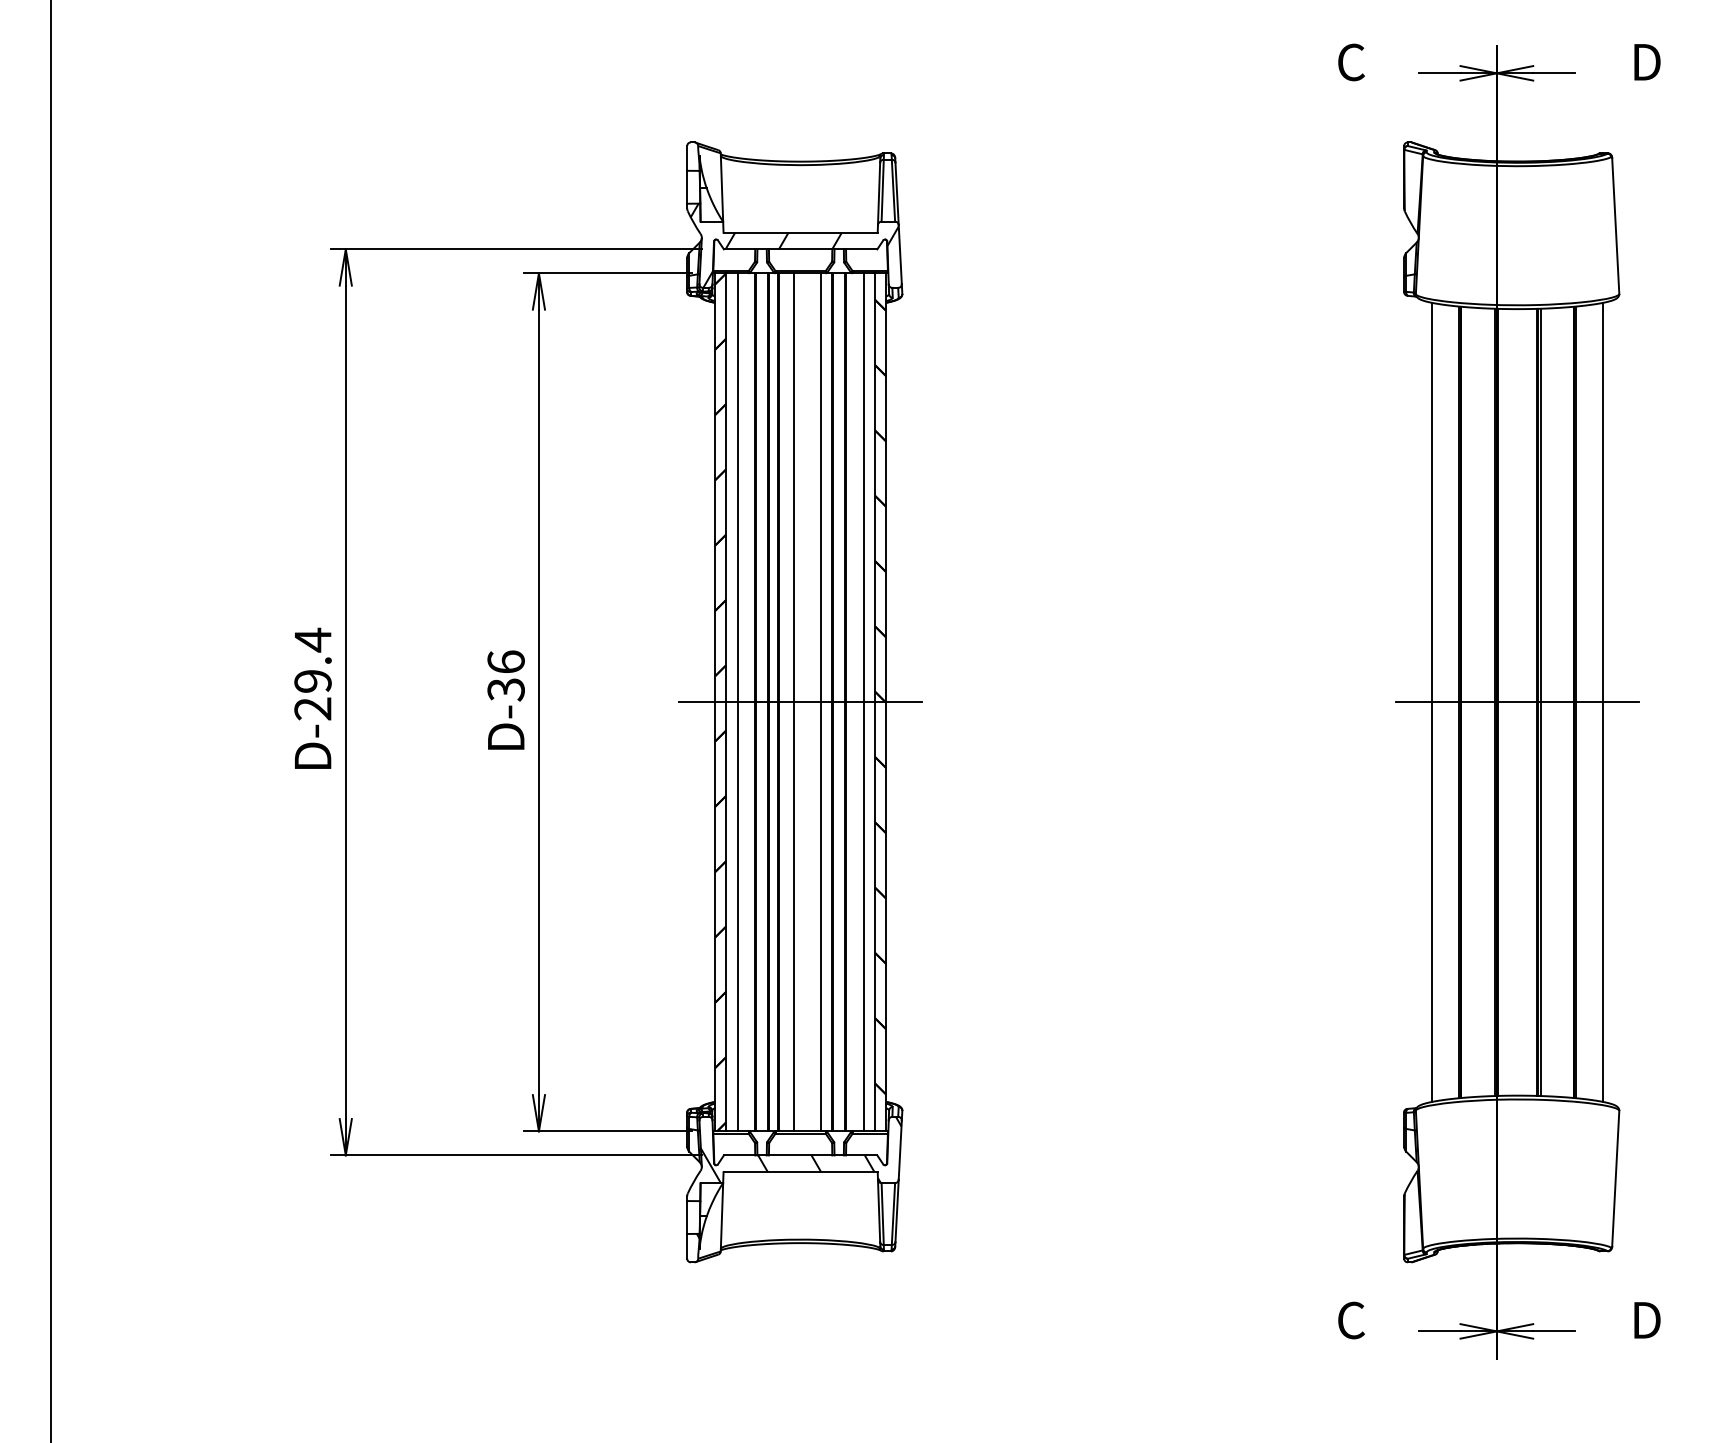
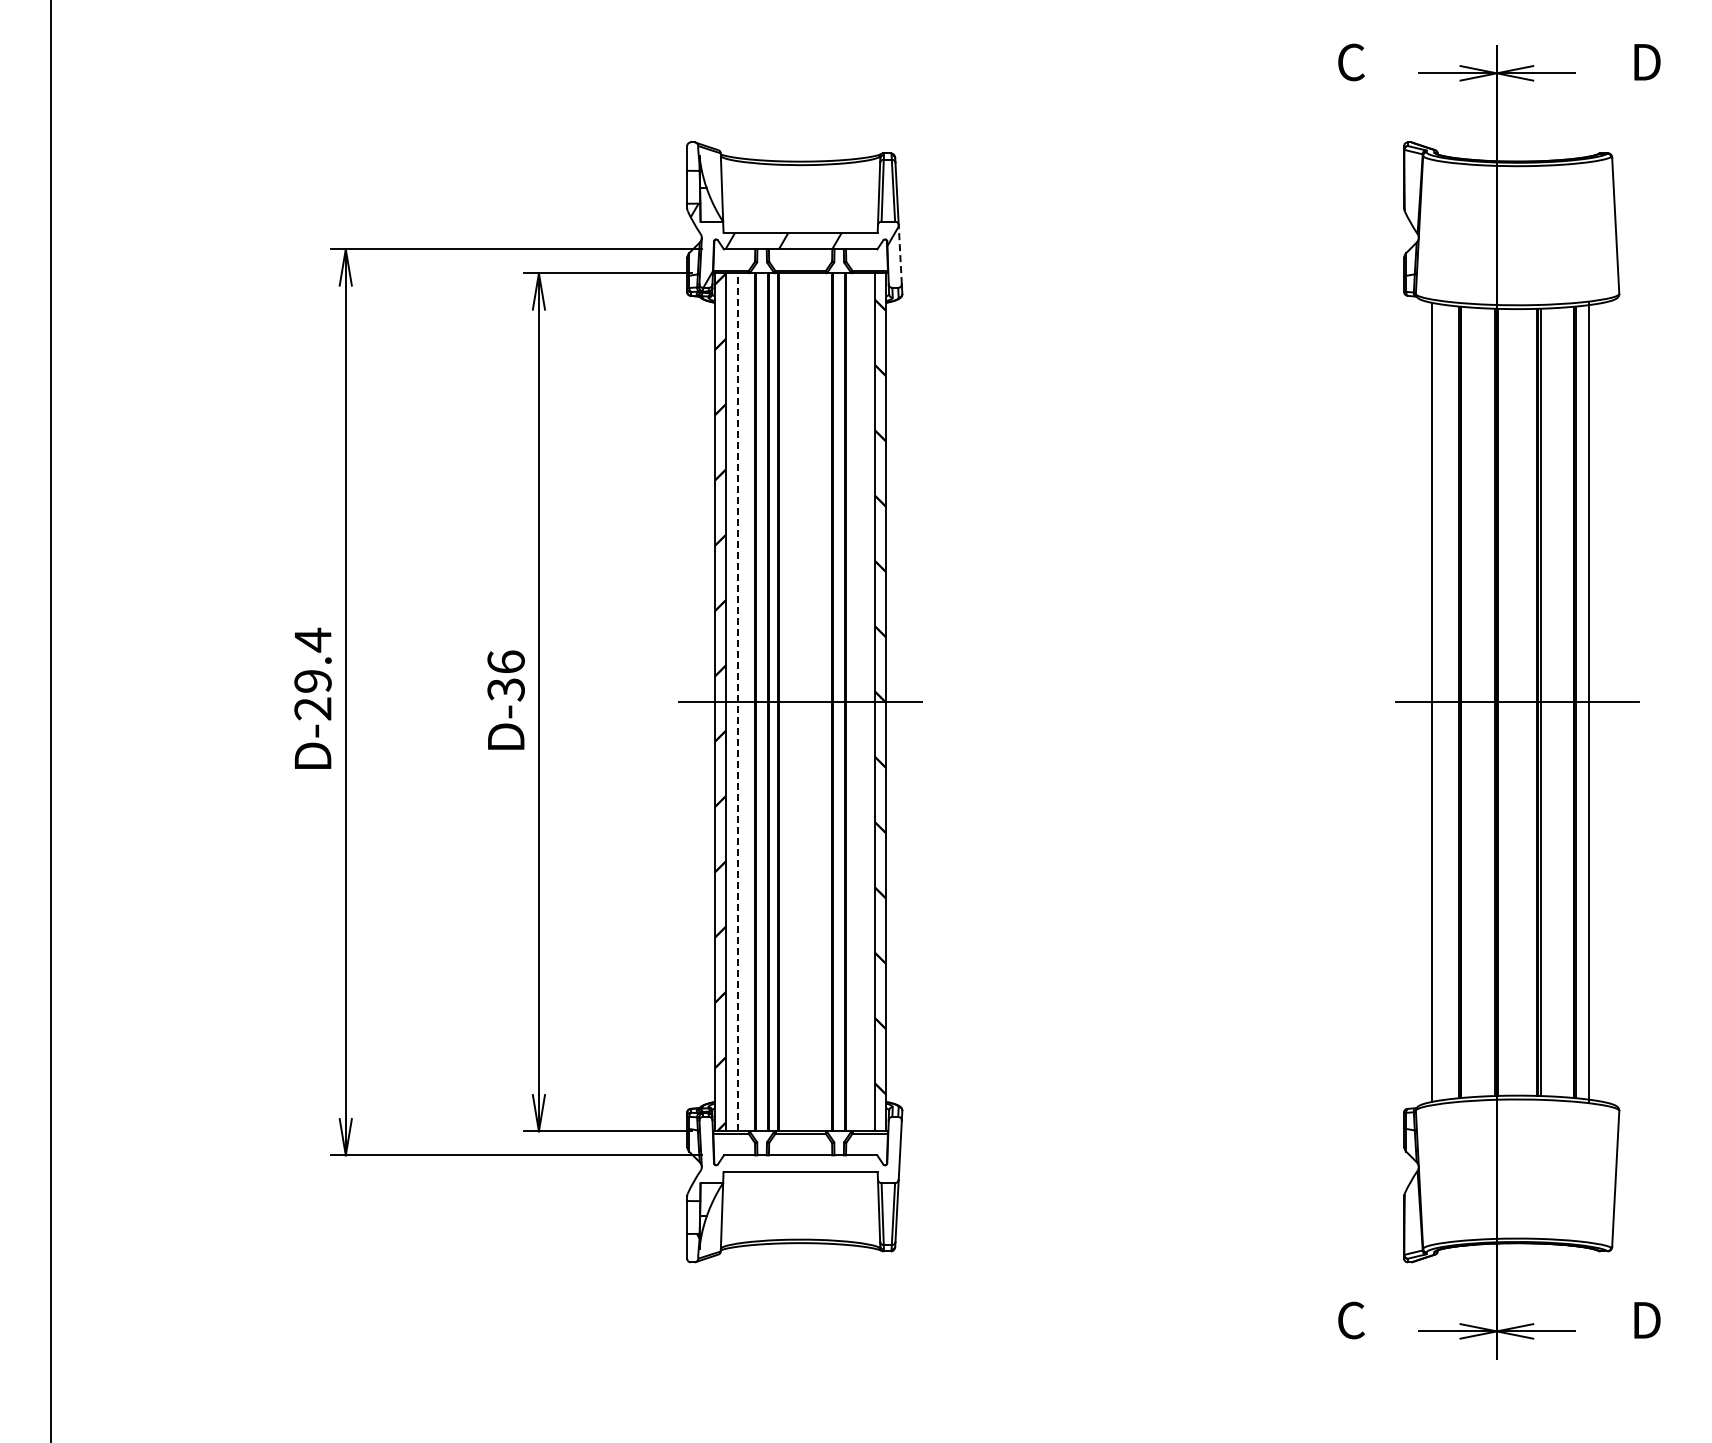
line at (900, 254): solid -> dashed
line at (737, 701): solid -> dashed
line at (1603, 701) position: (1603, 701) -> (1589, 701)
line at (793, 702): present -> none
line at (820, 702): present -> none
line at (863, 702): present -> none
hatch at (800, 1149): present -> none
